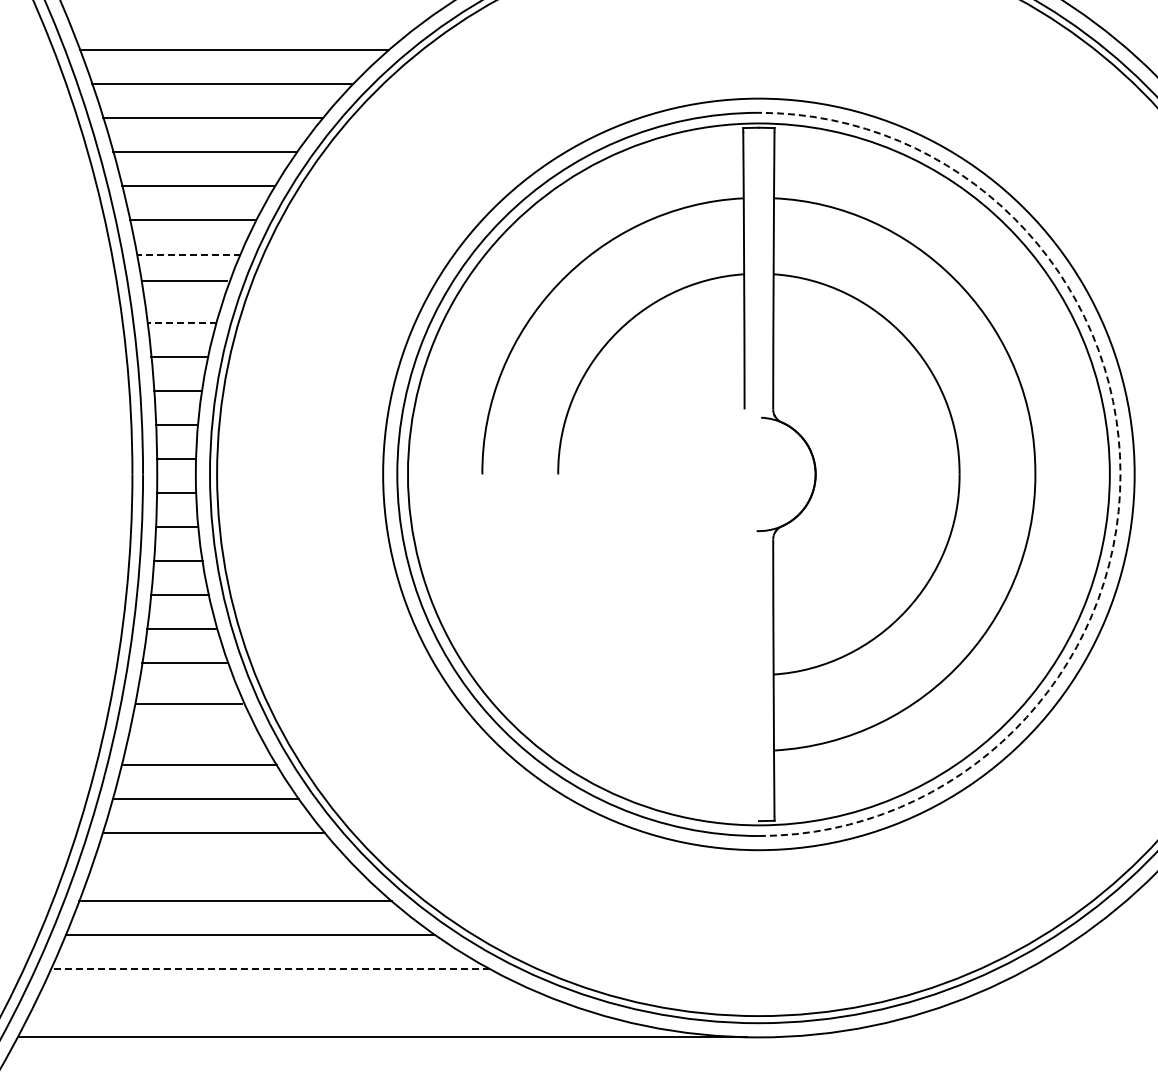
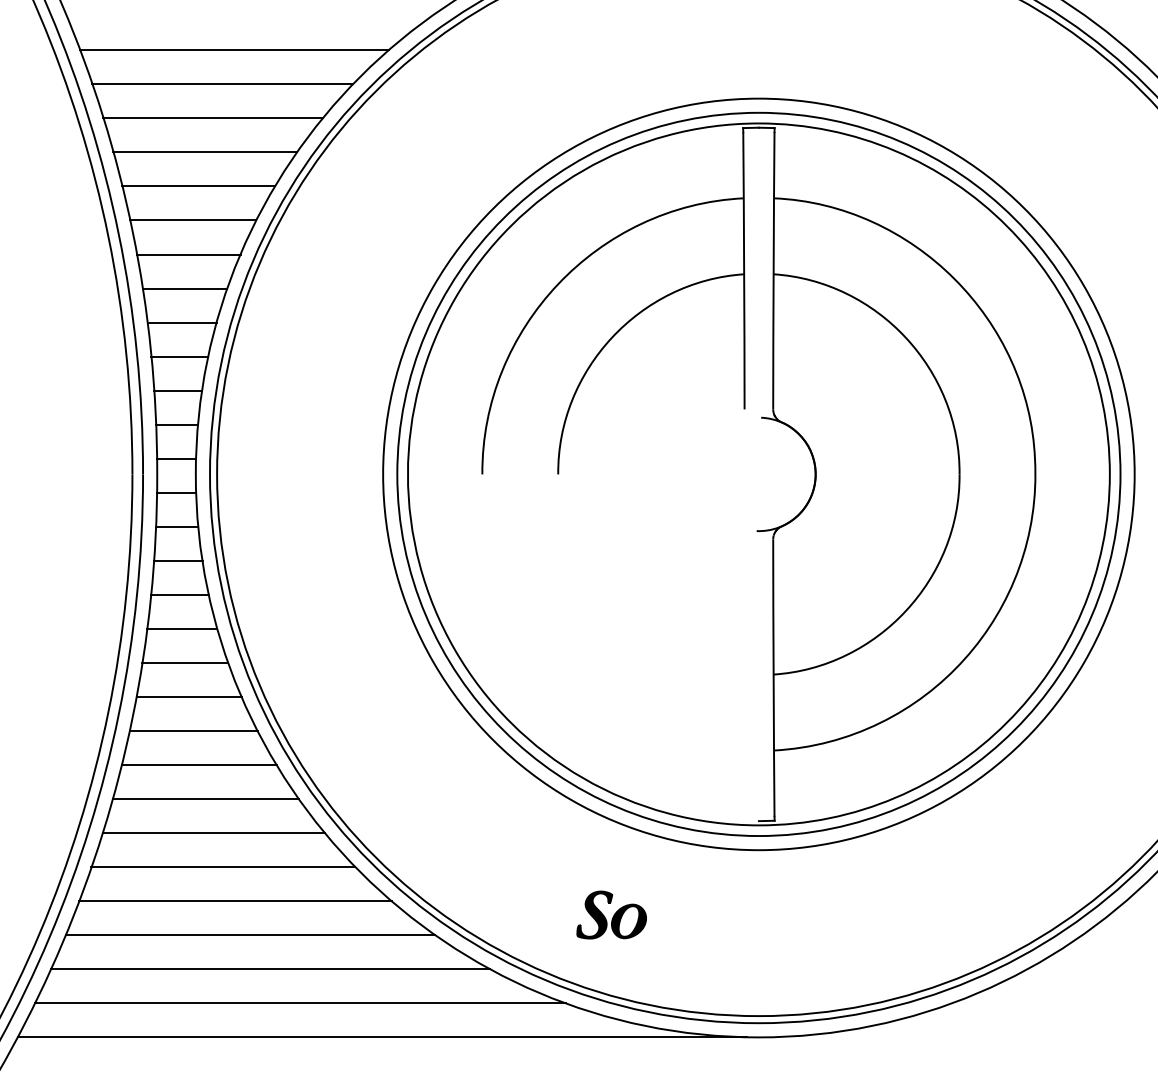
line at (188, 254): dashed -> solid
line at (184, 280) position: (184, 280) -> (184, 288)
line at (182, 322): dashed -> solid
arc at (1120, 474): dashed -> solid
line at (188, 703) position: (188, 703) -> (188, 696)
line at (193, 730): none -> present
line at (223, 867): none -> present
part at (611, 914): none -> present
line at (270, 969): dashed -> solid
line at (299, 1003): none -> present
